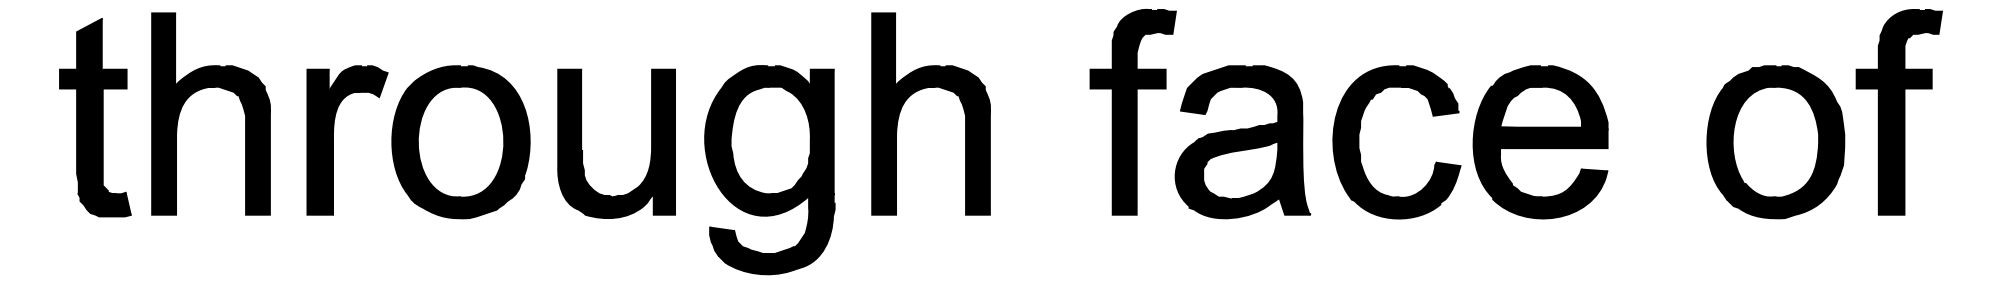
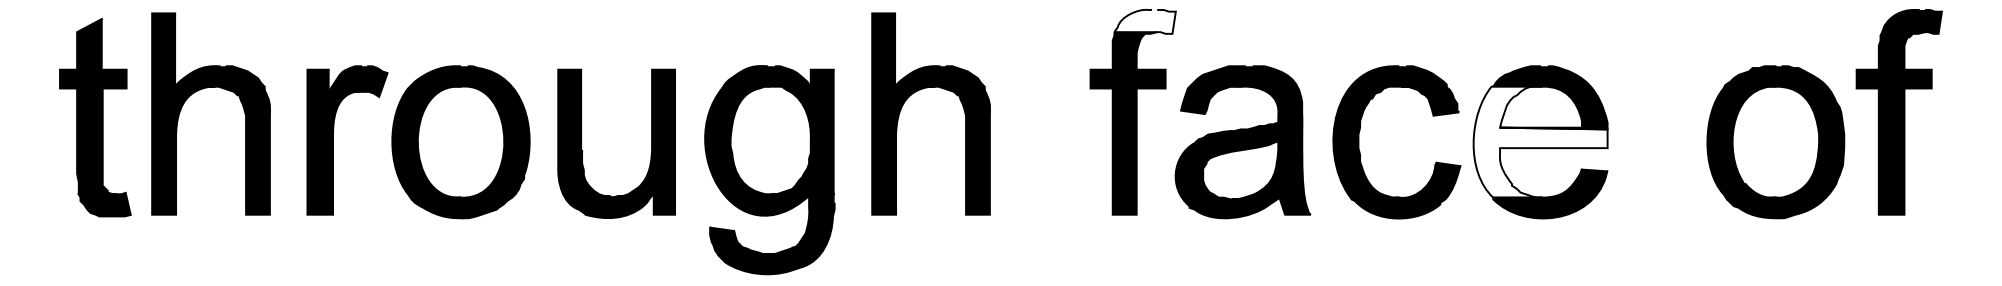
fill at (1144, 21): present -> none
fill at (1540, 141): present -> none
